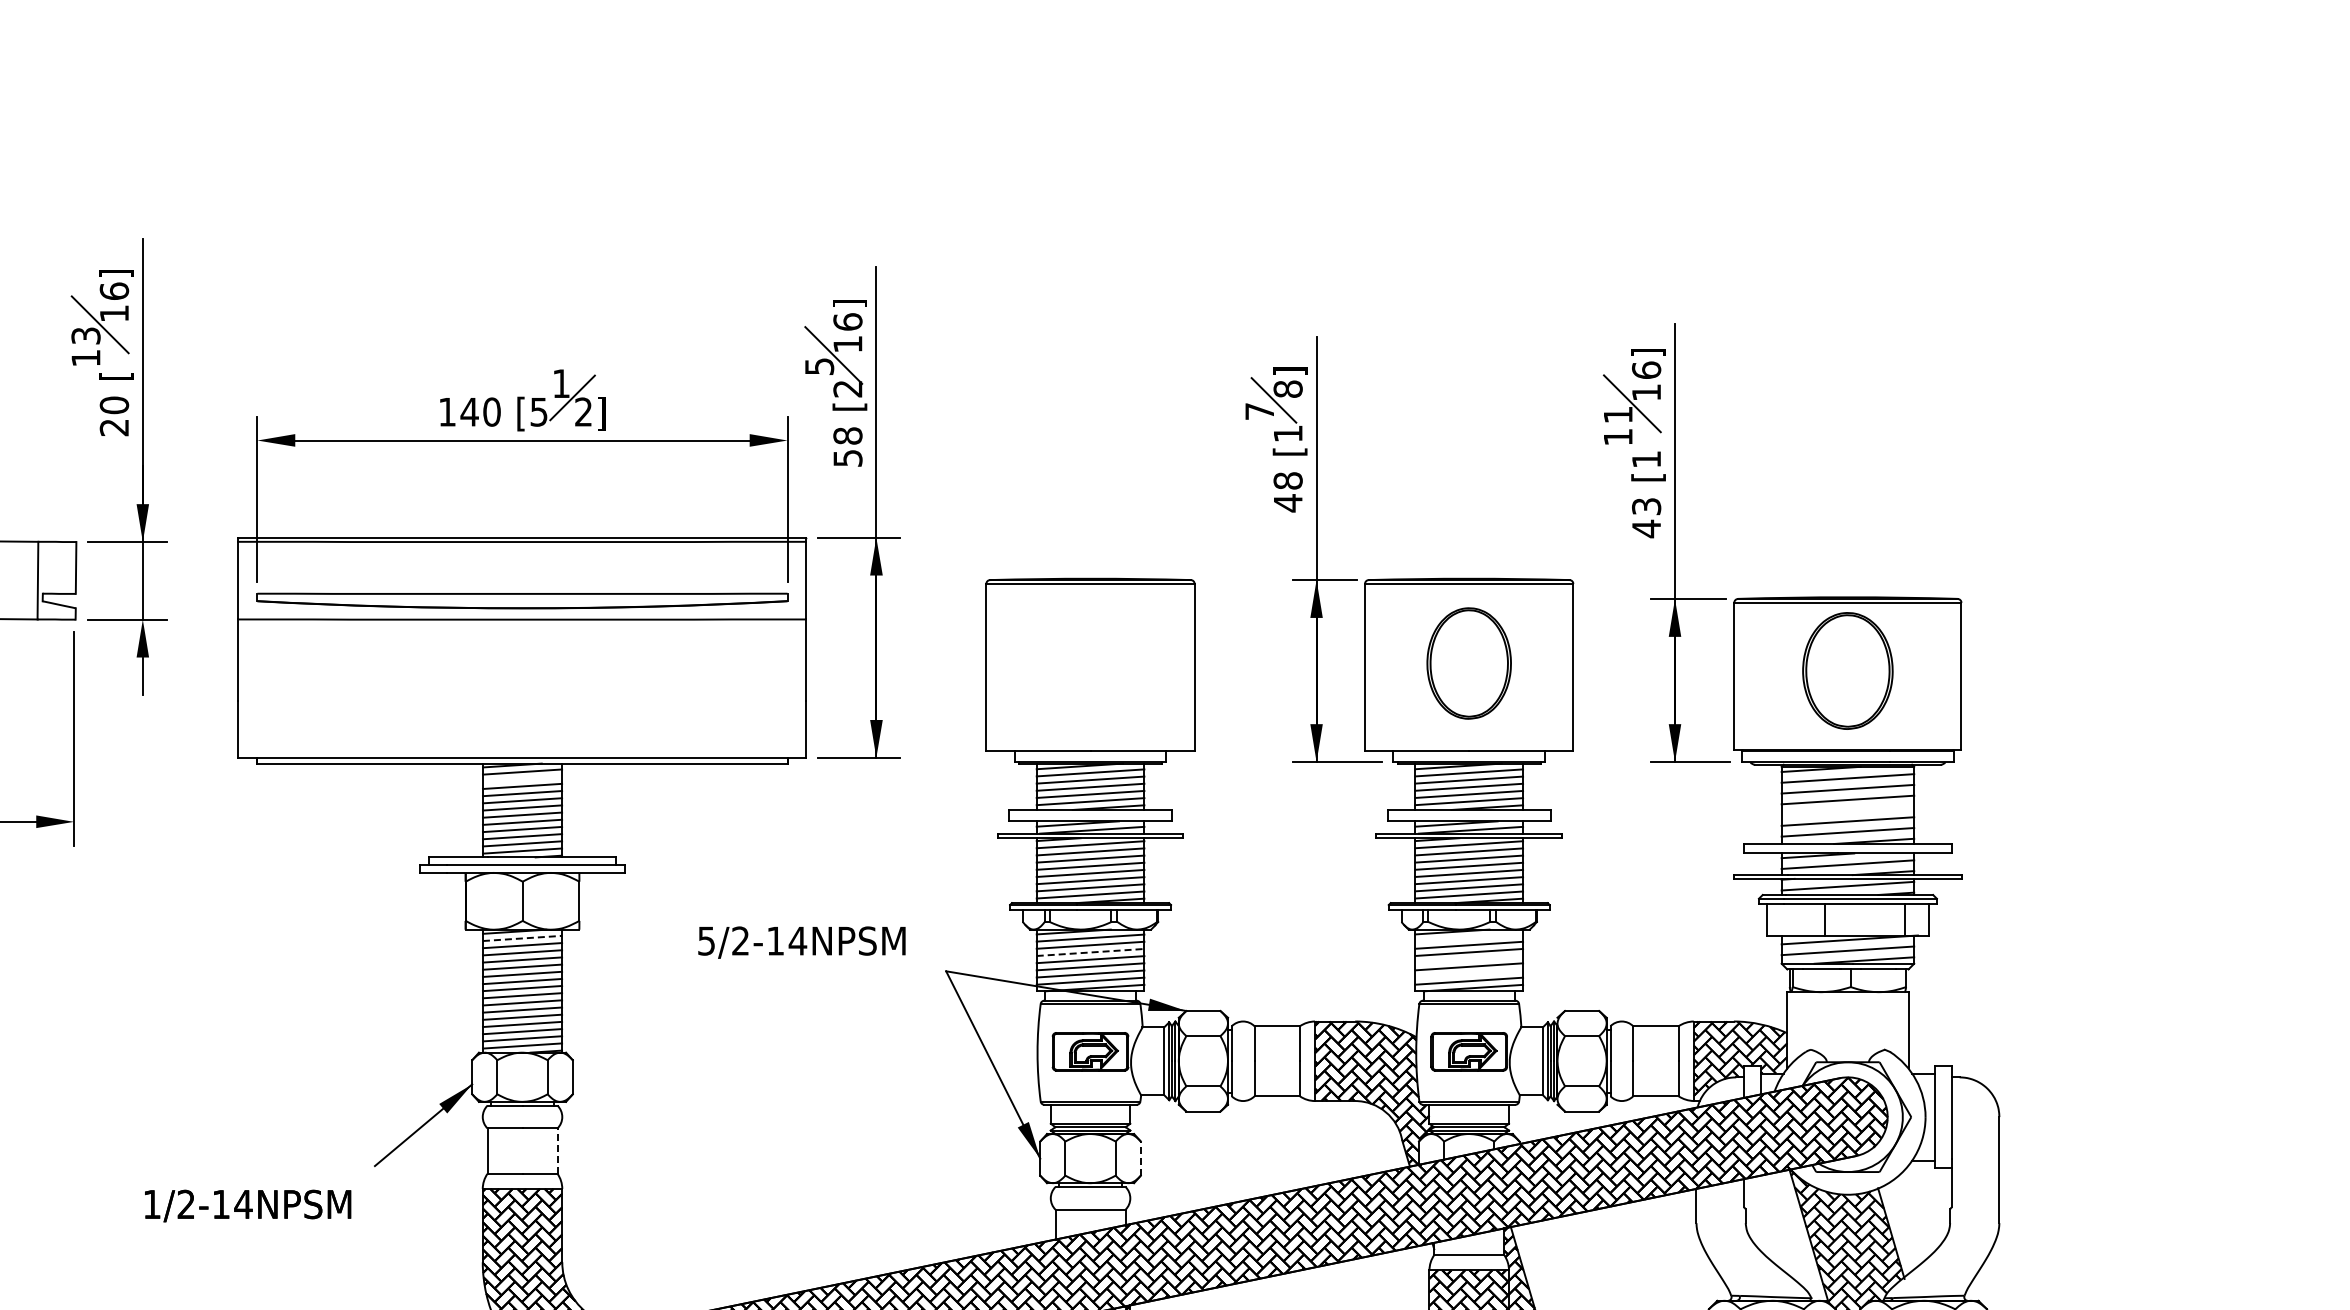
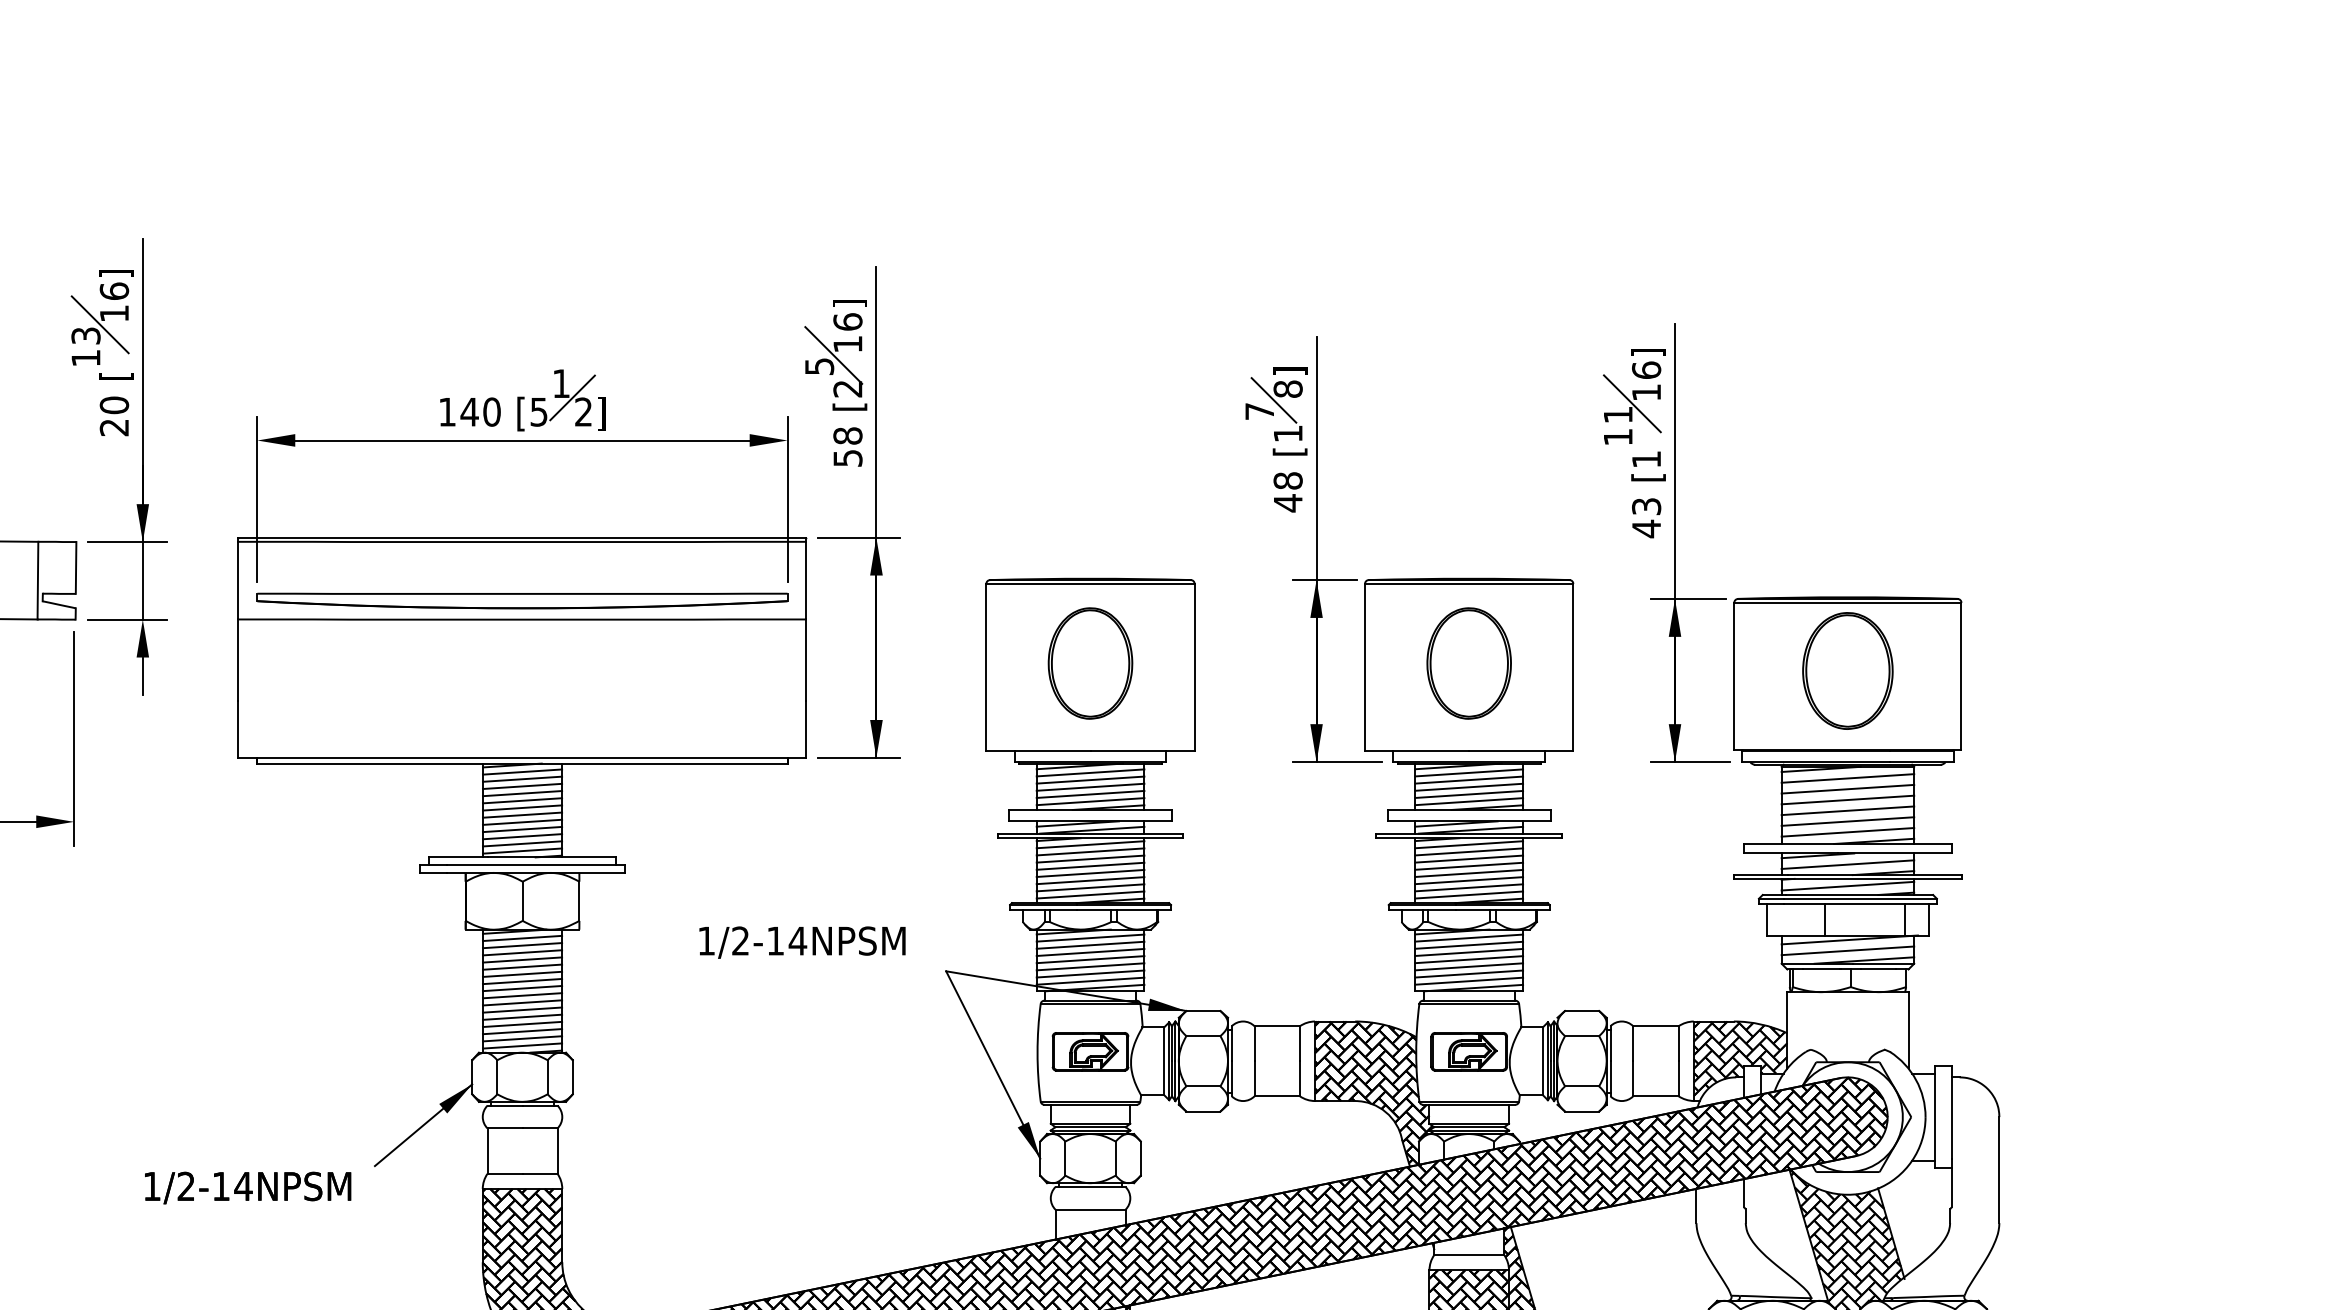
part at (1090, 663): none -> present
line at (522, 778): none -> present
line at (1847, 810): none -> present
line at (1469, 937): none -> present
line at (522, 938): dashed -> solid
text at (706, 940): 5/2-14NPSM -> 1/2-14NPSM
line at (1090, 952): dashed -> solid
line at (1469, 959): none -> present
line at (1469, 973): none -> present
line at (557, 1151): dashed -> solid
line at (1140, 1158): dashed -> solid
text at (248, 1205) position: (248, 1205) -> (248, 1187)
